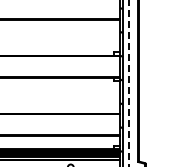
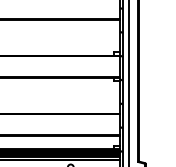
line at (129, 83): dashed -> solid
